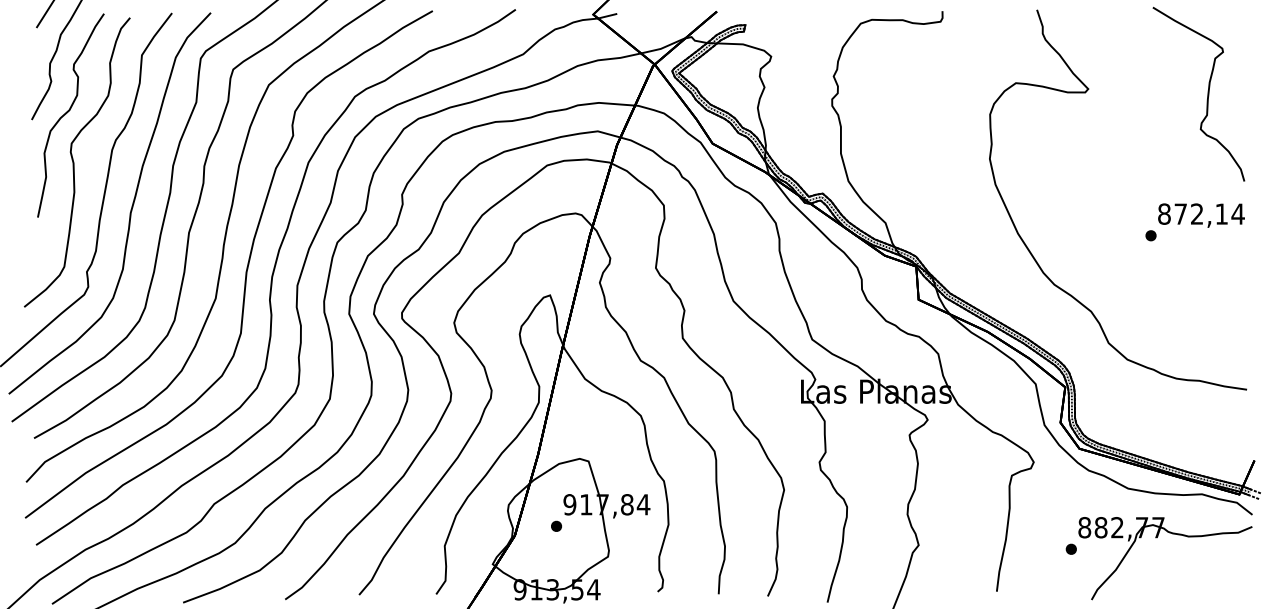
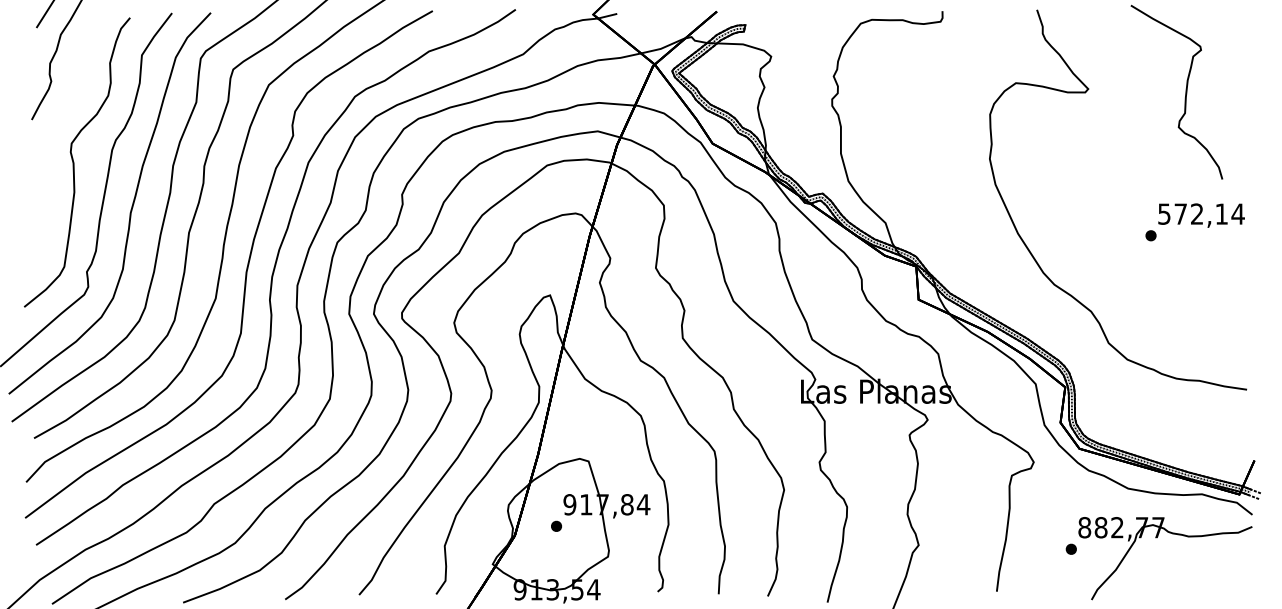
curve at (1207, 93) position: (1207, 93) -> (1185, 91)
curve at (68, 112): present -> none
text at (1164, 213): 872,14 -> 572,14
